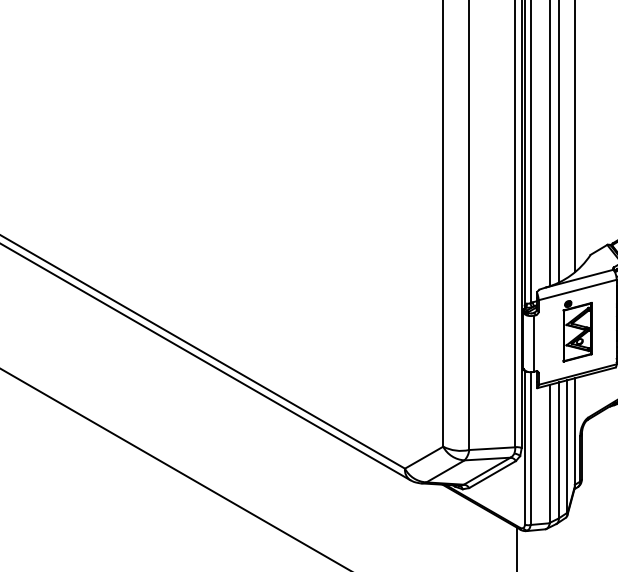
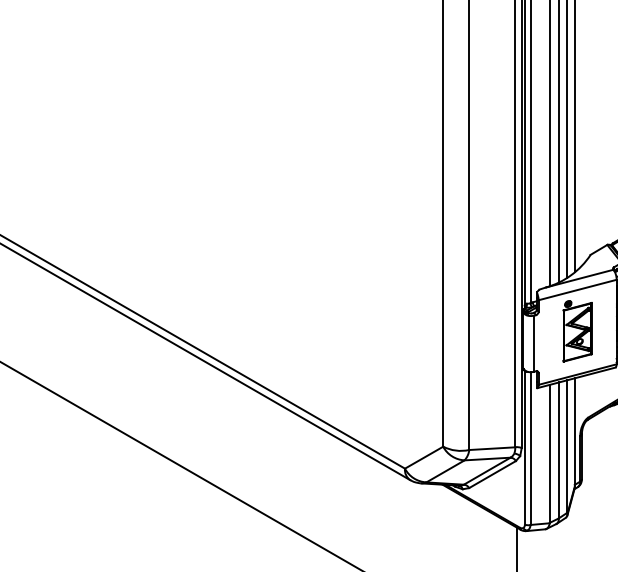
line at (567, 139): none -> present
line at (174, 468) position: (174, 468) -> (180, 465)
